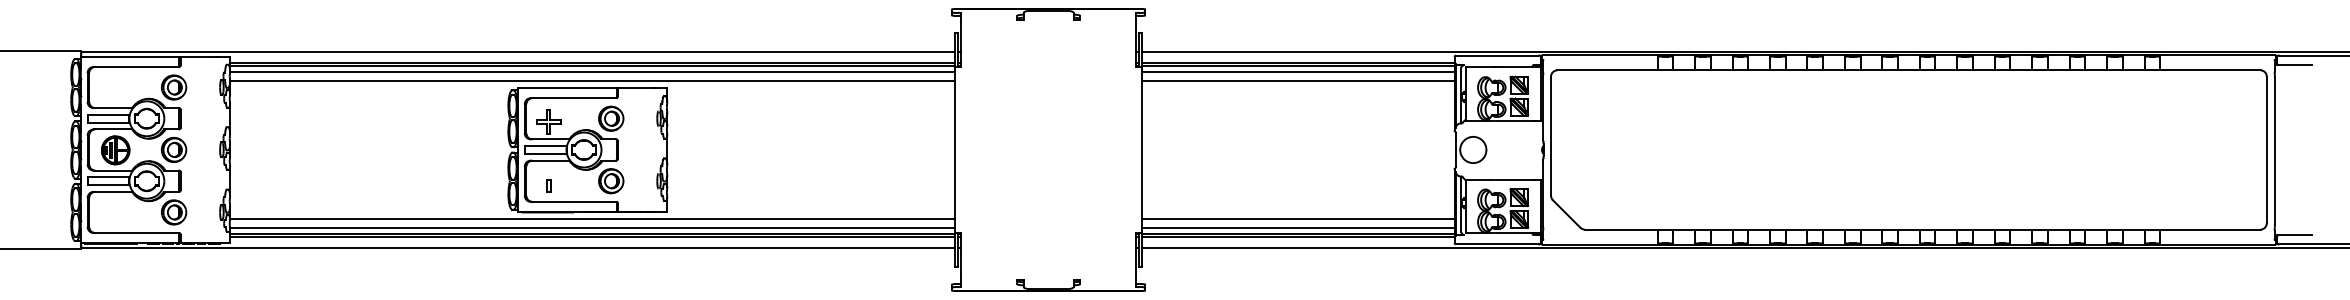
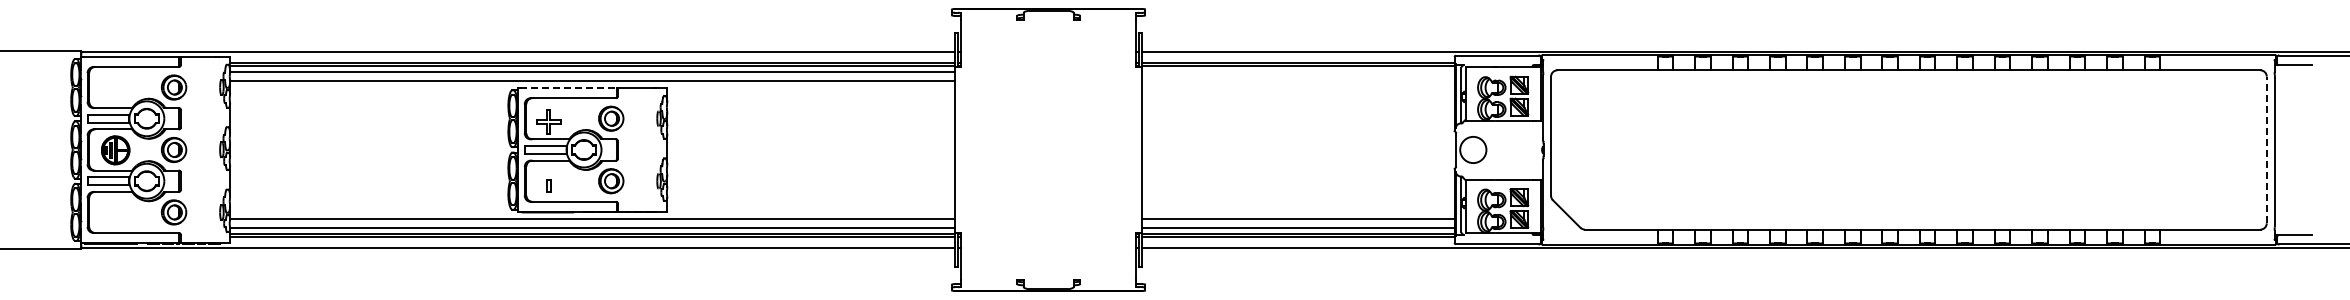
line at (1298, 71): present -> none
line at (1298, 81): present -> none
line at (568, 88): solid -> dashed
line at (2266, 149): solid -> dashed
